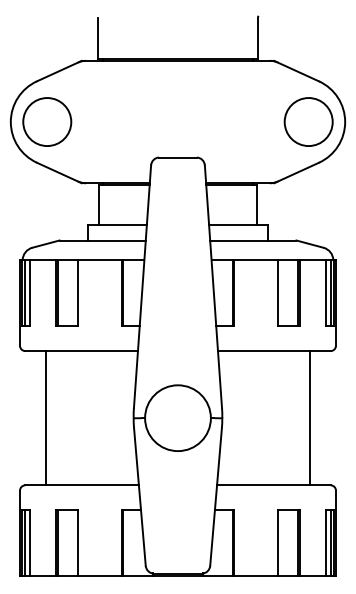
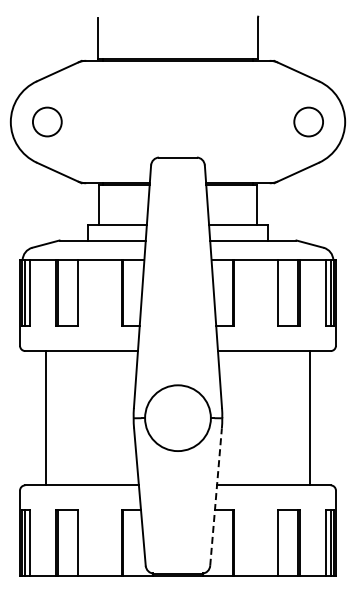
circle at (47, 121) size: 51x50 px -> 31x32 px
circle at (308, 122) diameter: 48 px -> 29 px
line at (216, 497): solid -> dashed
